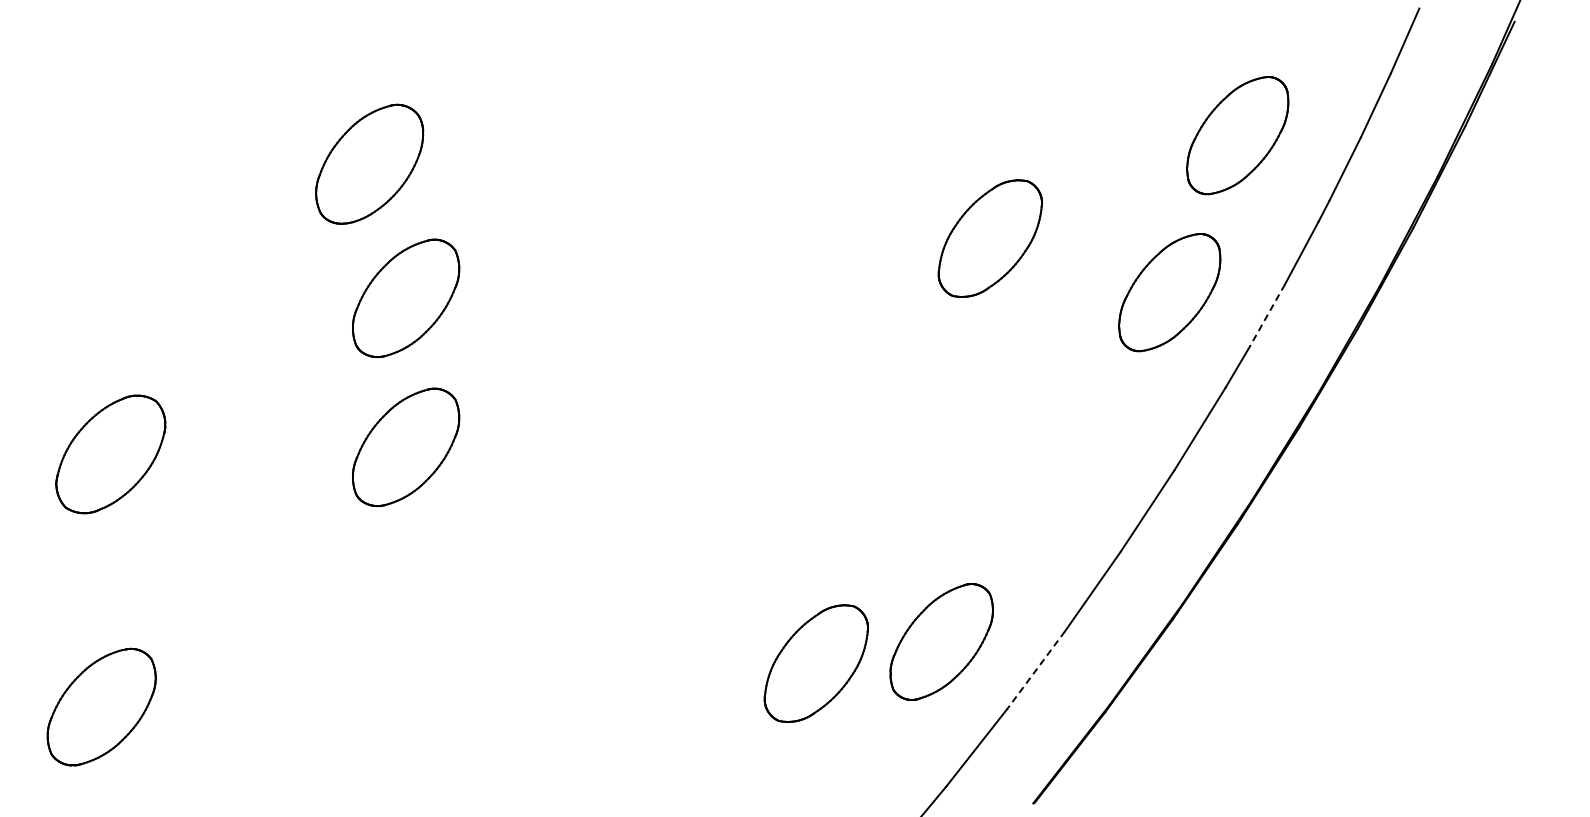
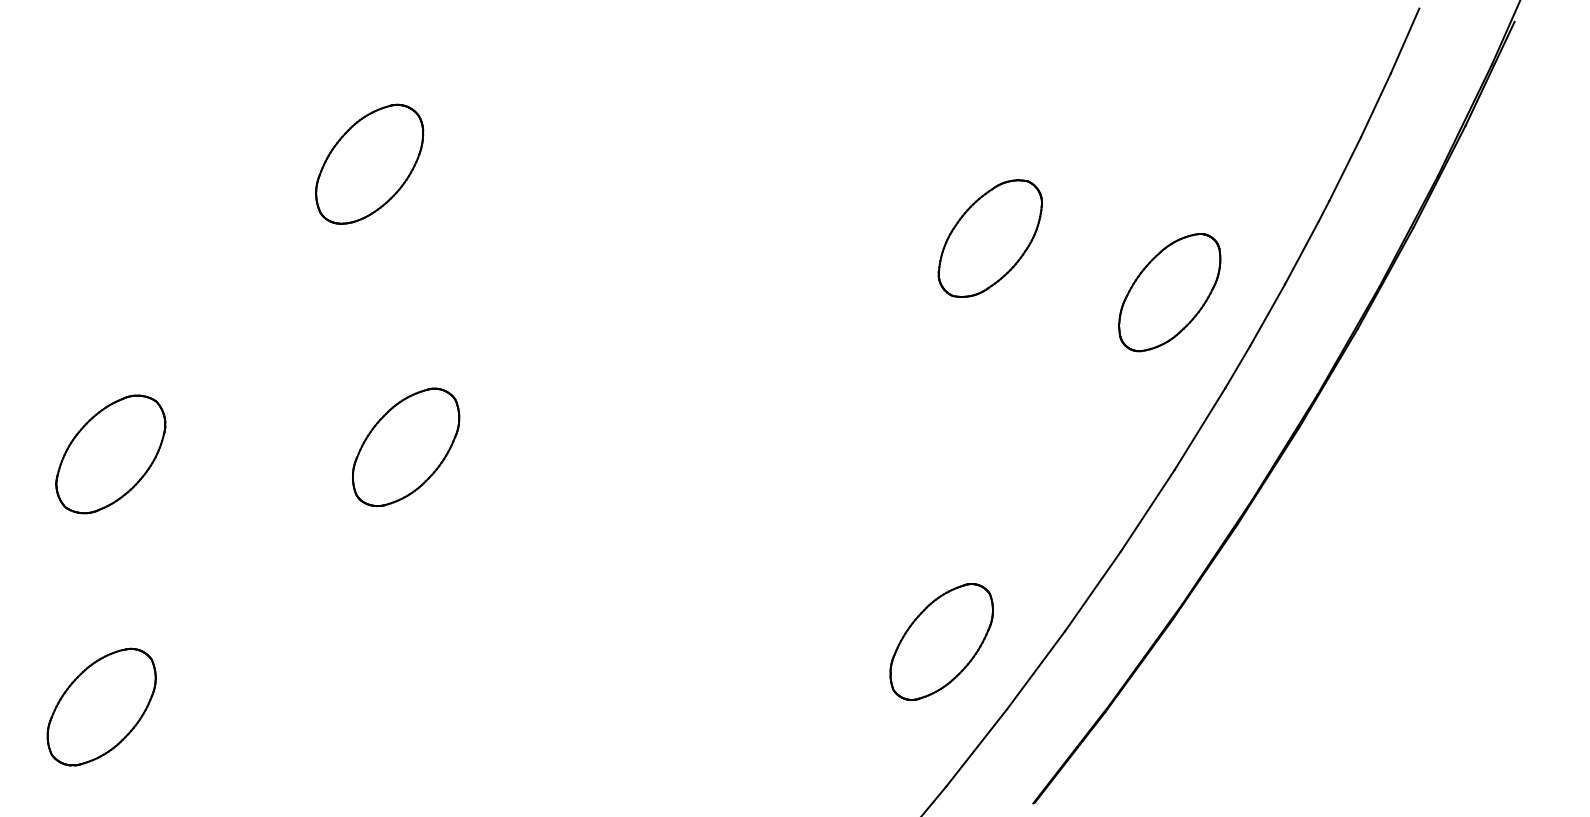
part at (1237, 135): present -> none
part at (406, 297): present -> none
line at (1267, 315): dashed -> solid
part at (815, 663): present -> none
line at (1036, 670): dashed -> solid
